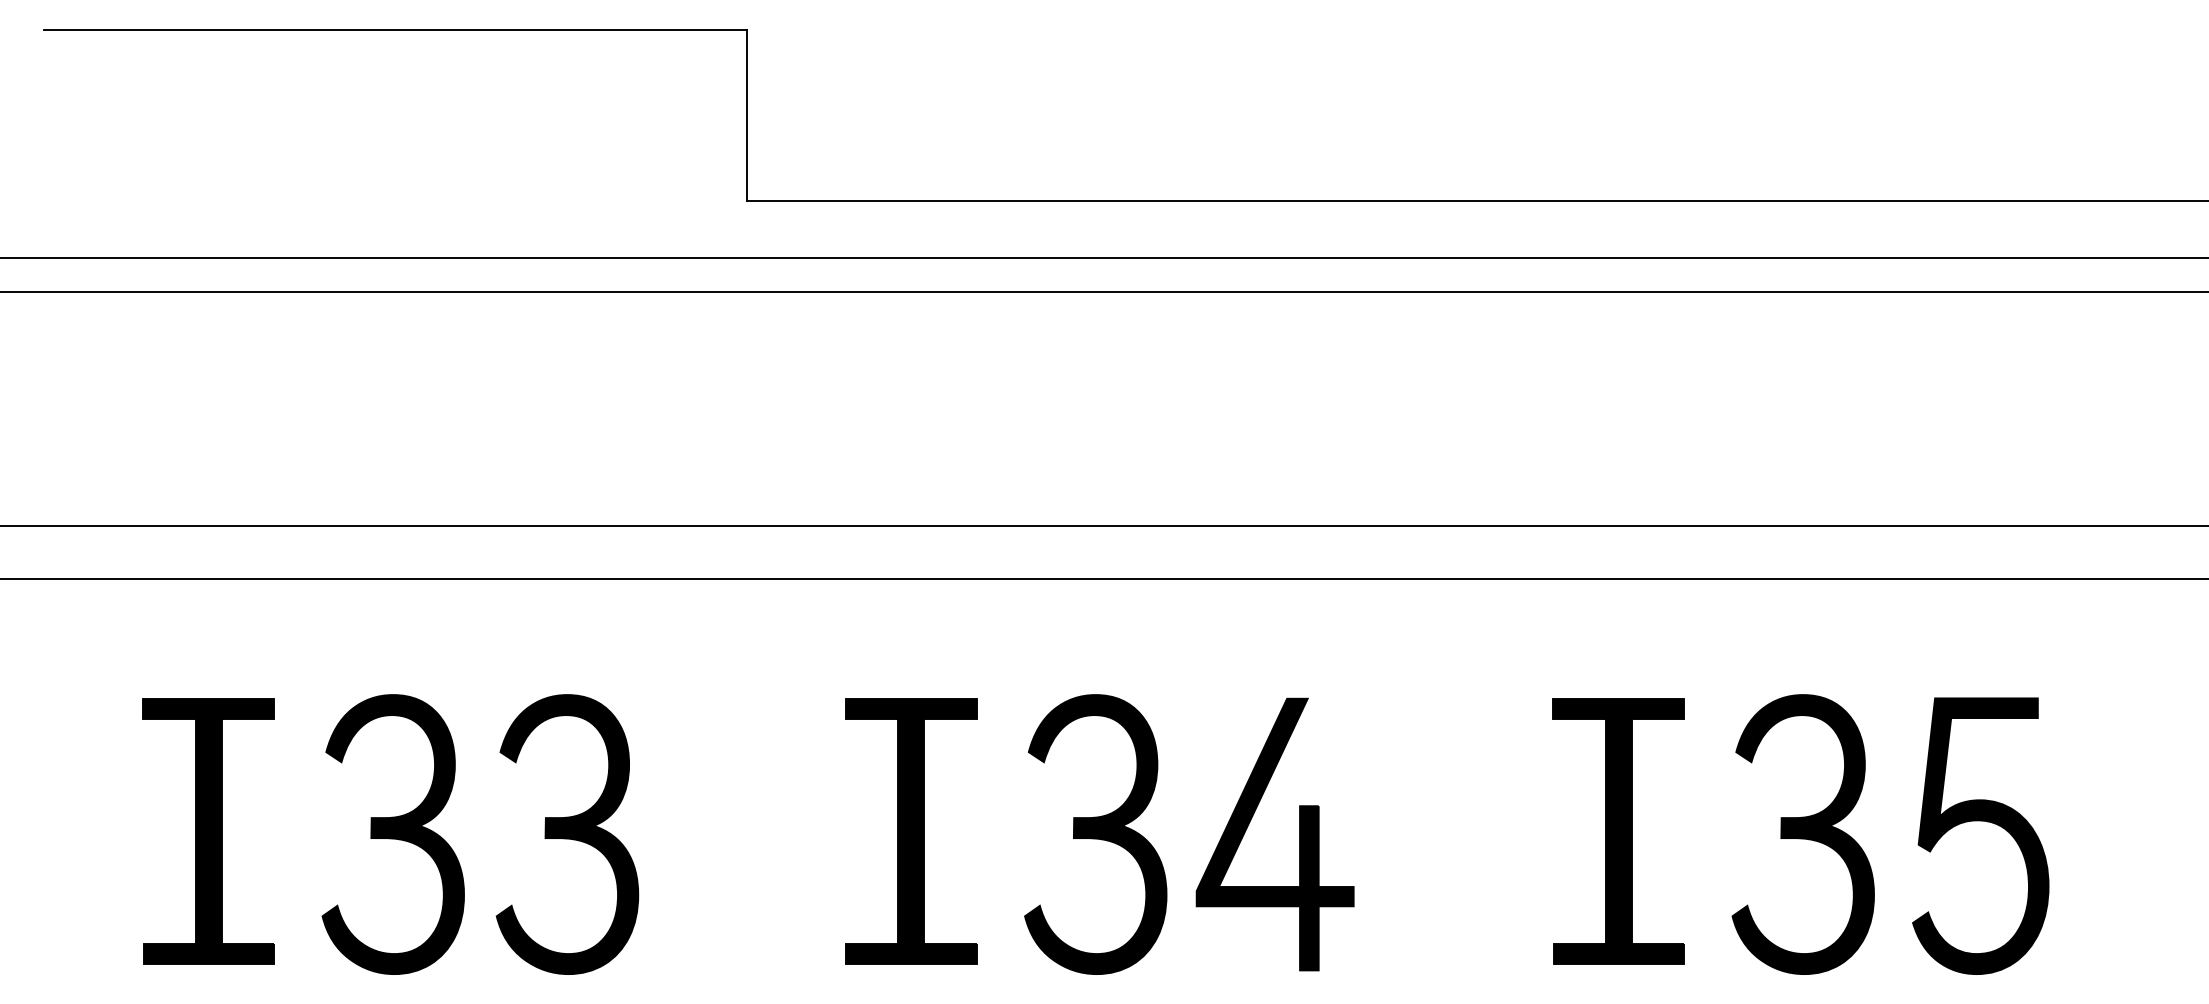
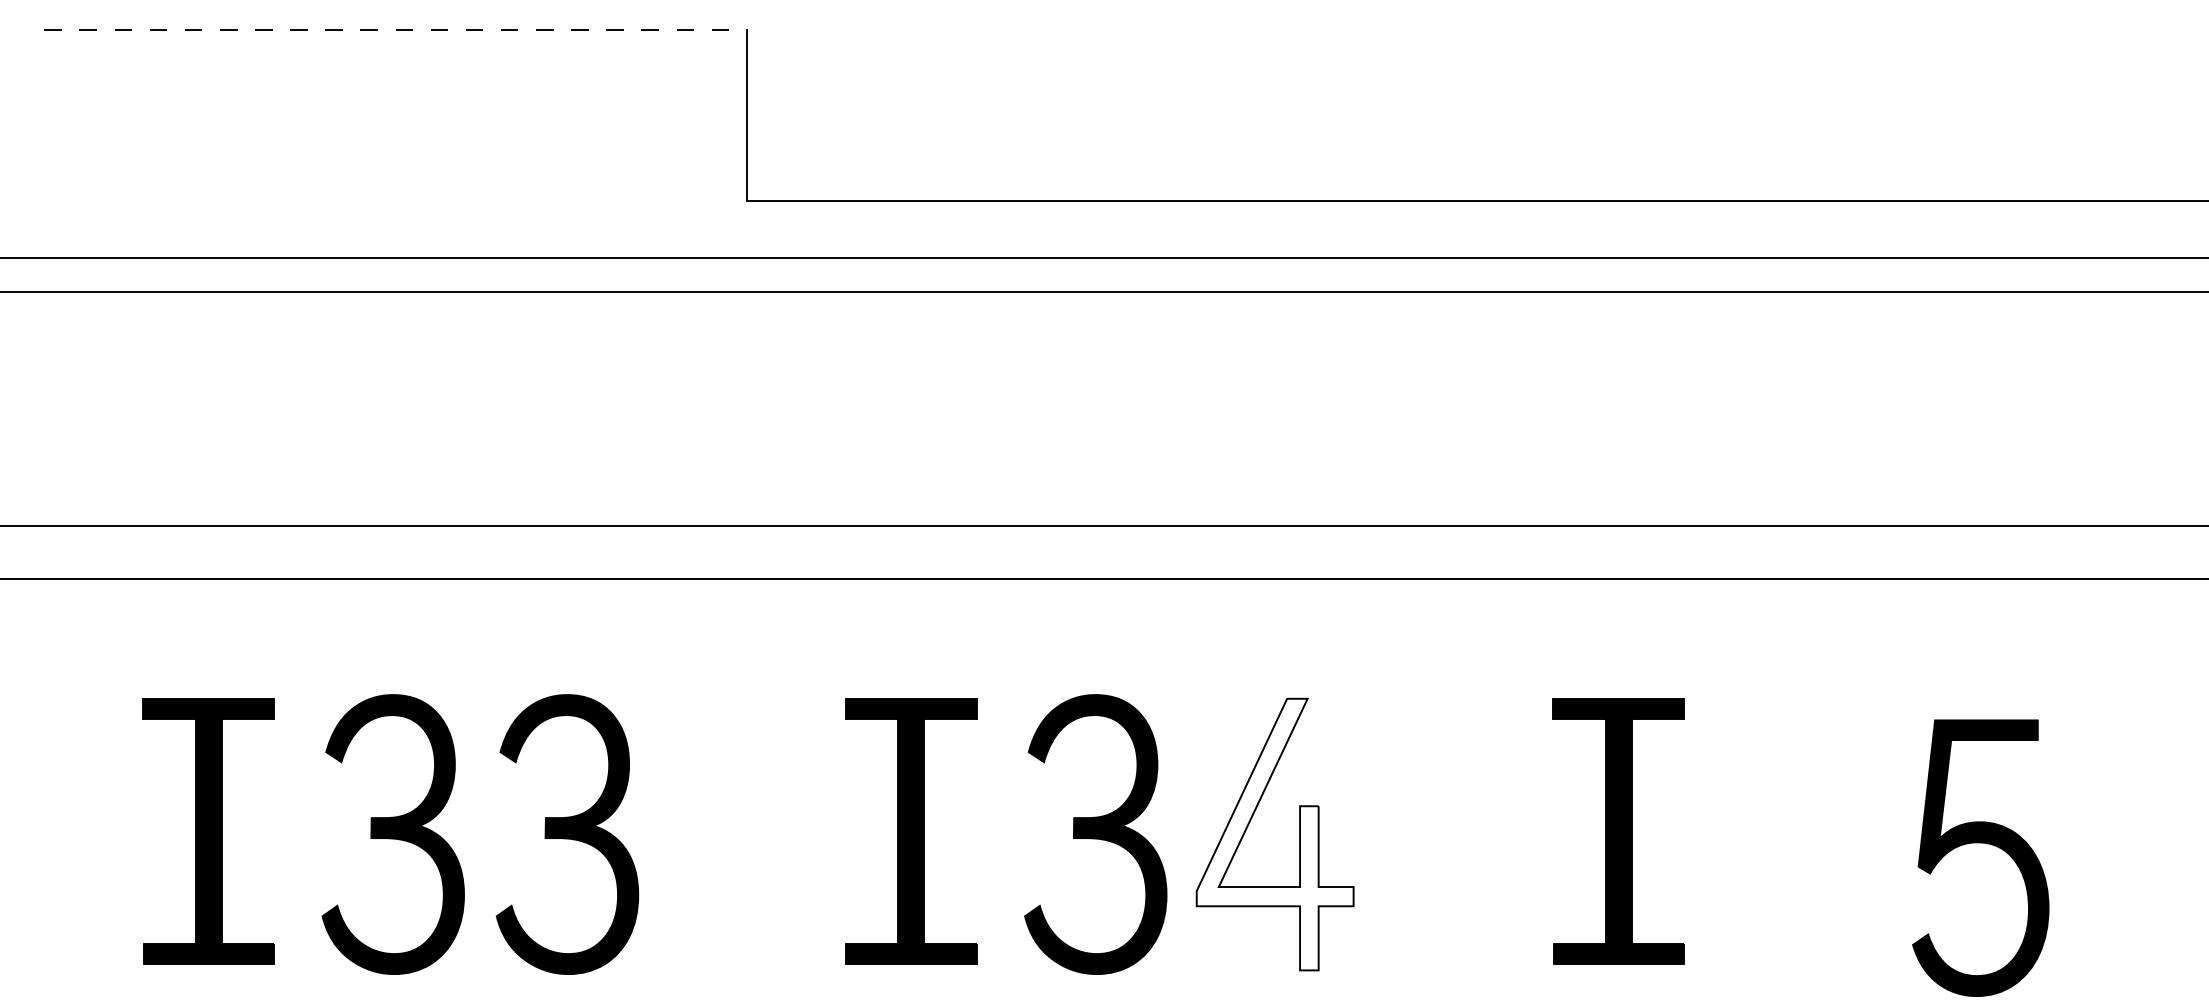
line at (396, 29): solid -> dashed
part at (1980, 821) position: (1980, 821) -> (1980, 843)
fill at (1274, 834): present -> none
part at (1802, 834): present -> none
